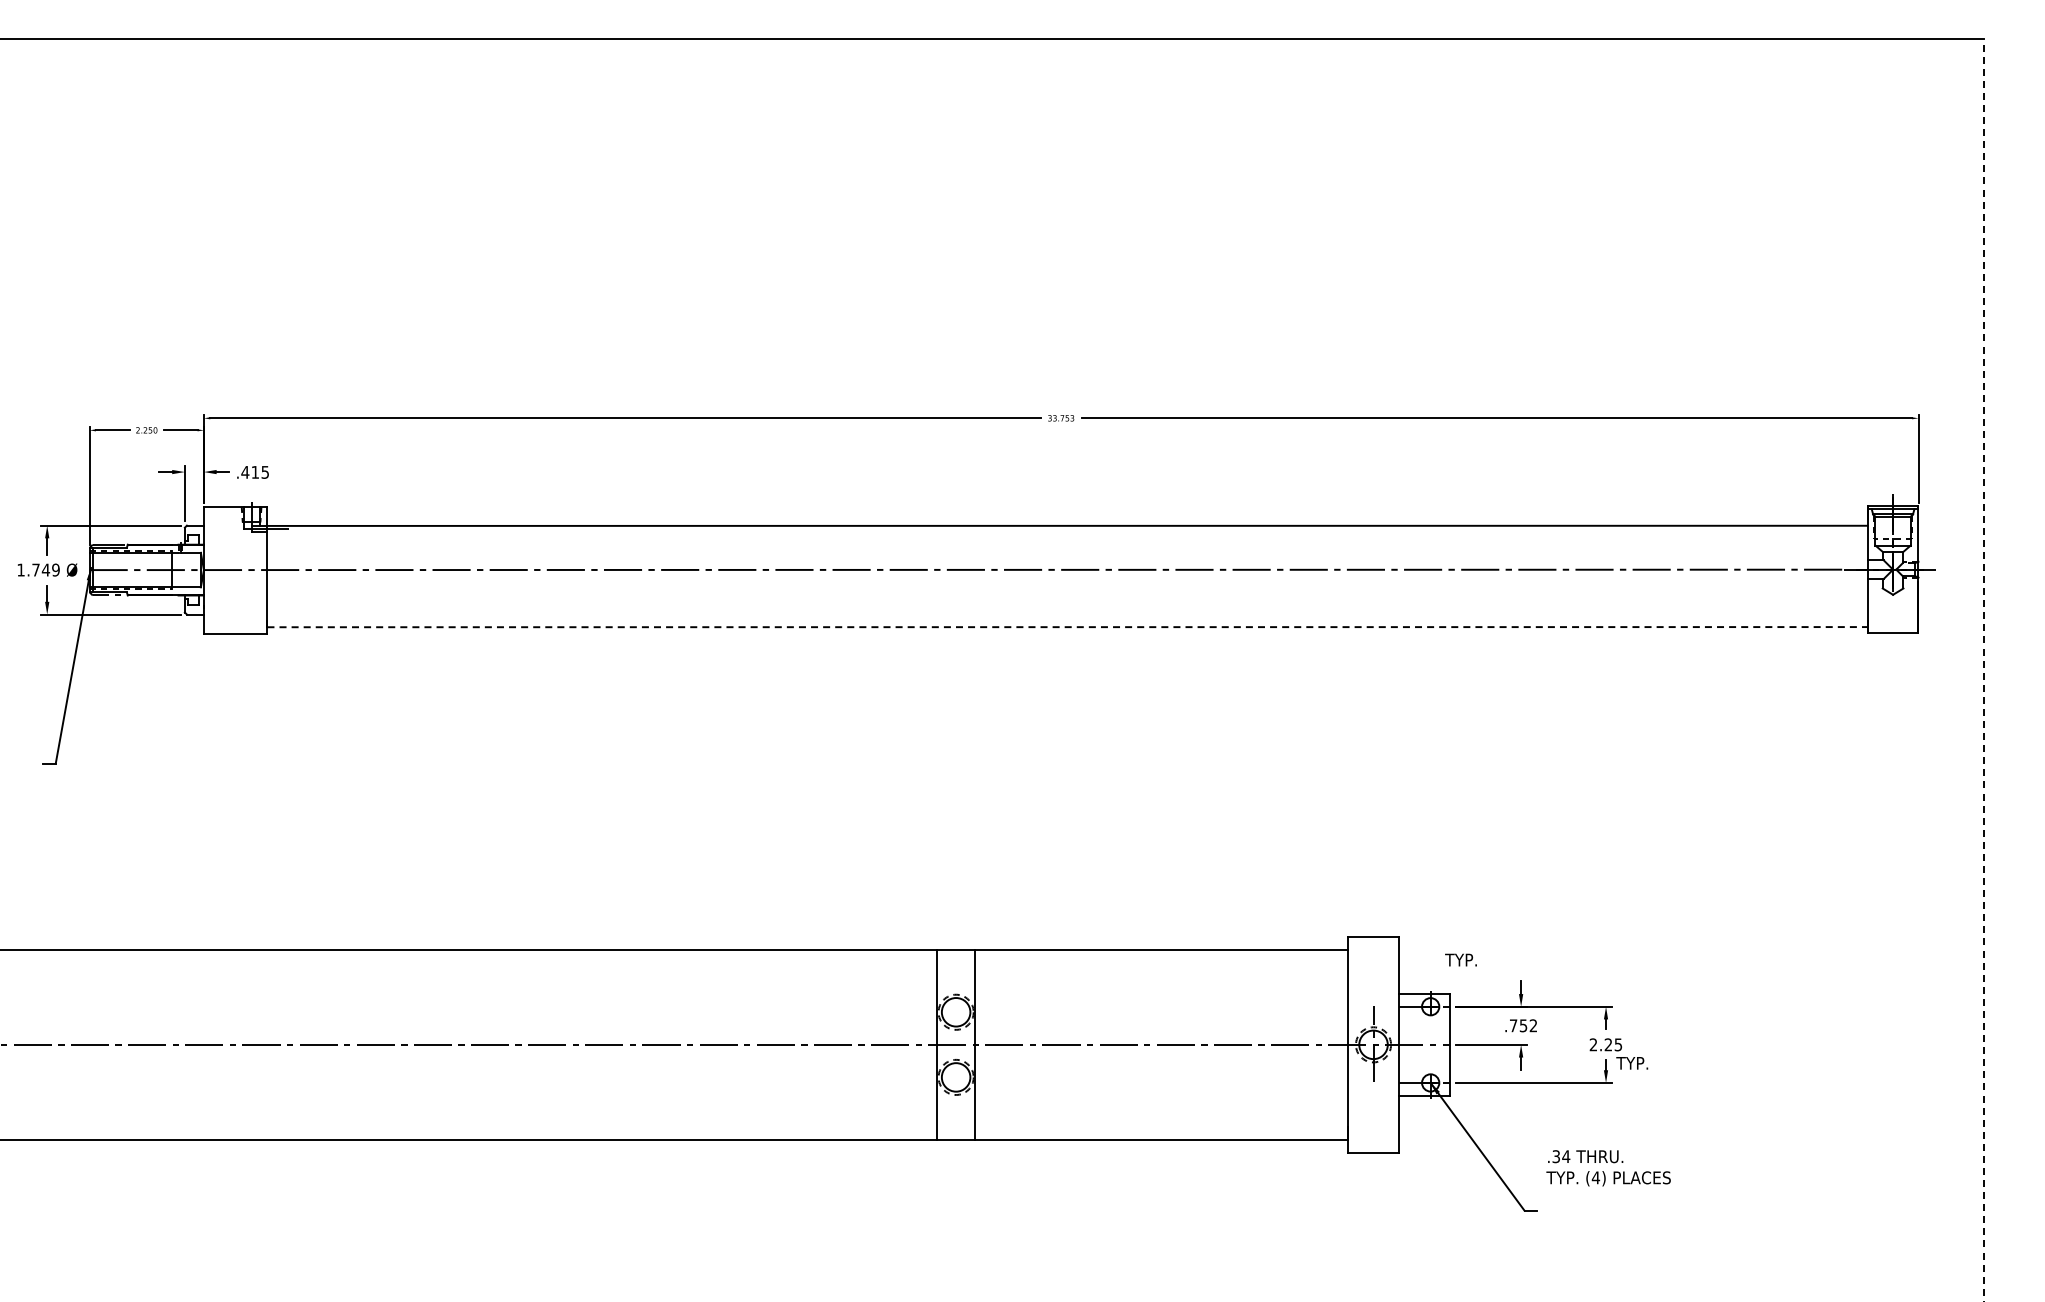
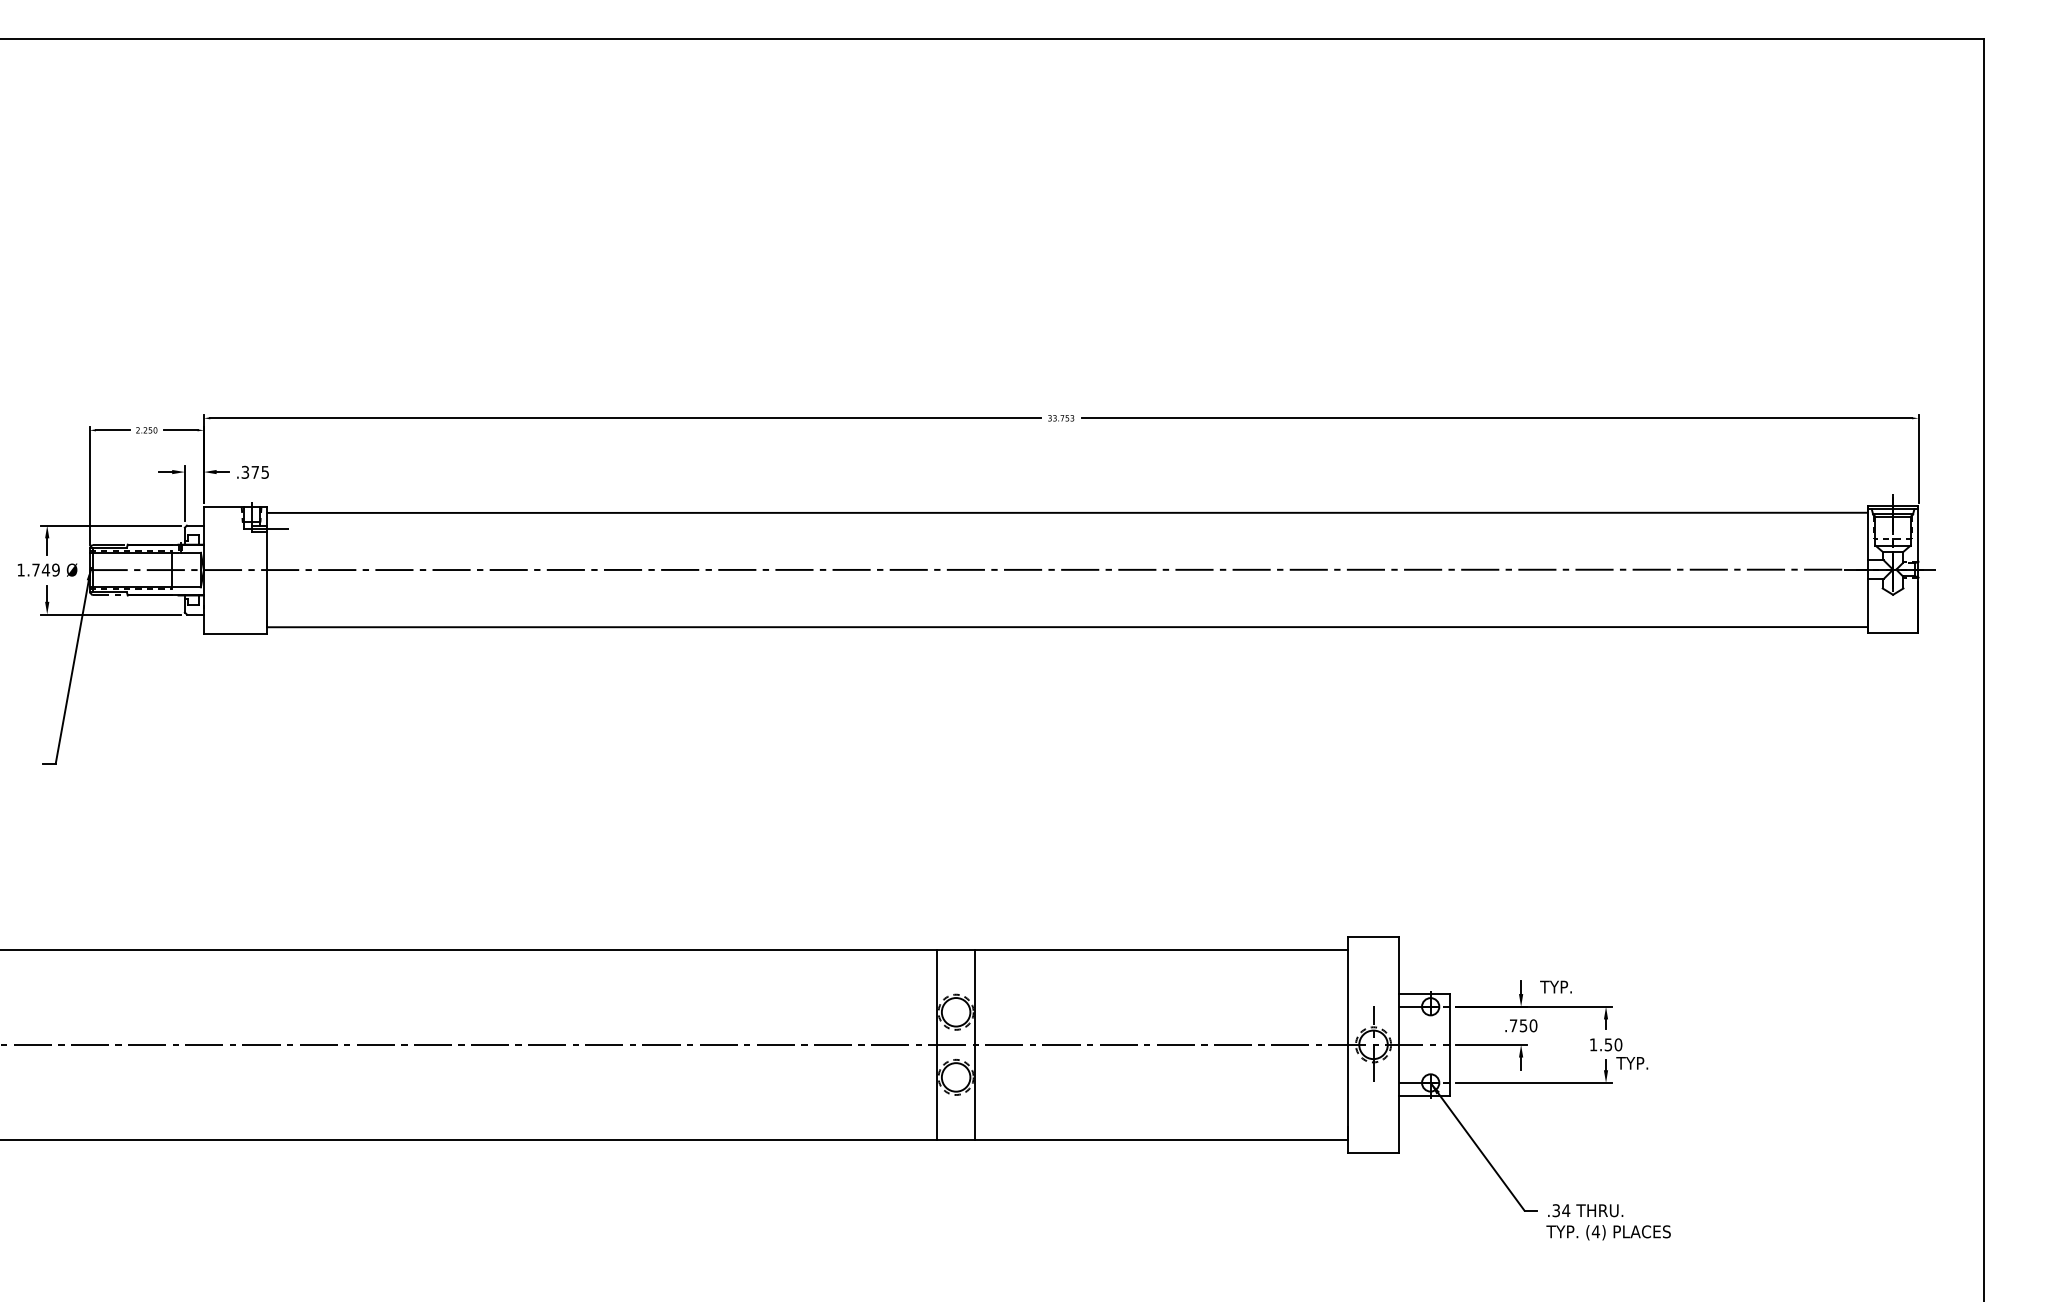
text at (249, 471): .415 -> .375
line at (1067, 525) position: (1067, 525) -> (1067, 512)
line at (1068, 627): dashed -> solid
line at (1983, 669): dashed -> solid
text at (1460, 959) position: (1460, 959) -> (1555, 986)
text at (1533, 1025): .752 -> .750
text at (1605, 1044): 2.25 -> 1.50
text at (1608, 1168) position: (1608, 1168) -> (1608, 1222)
